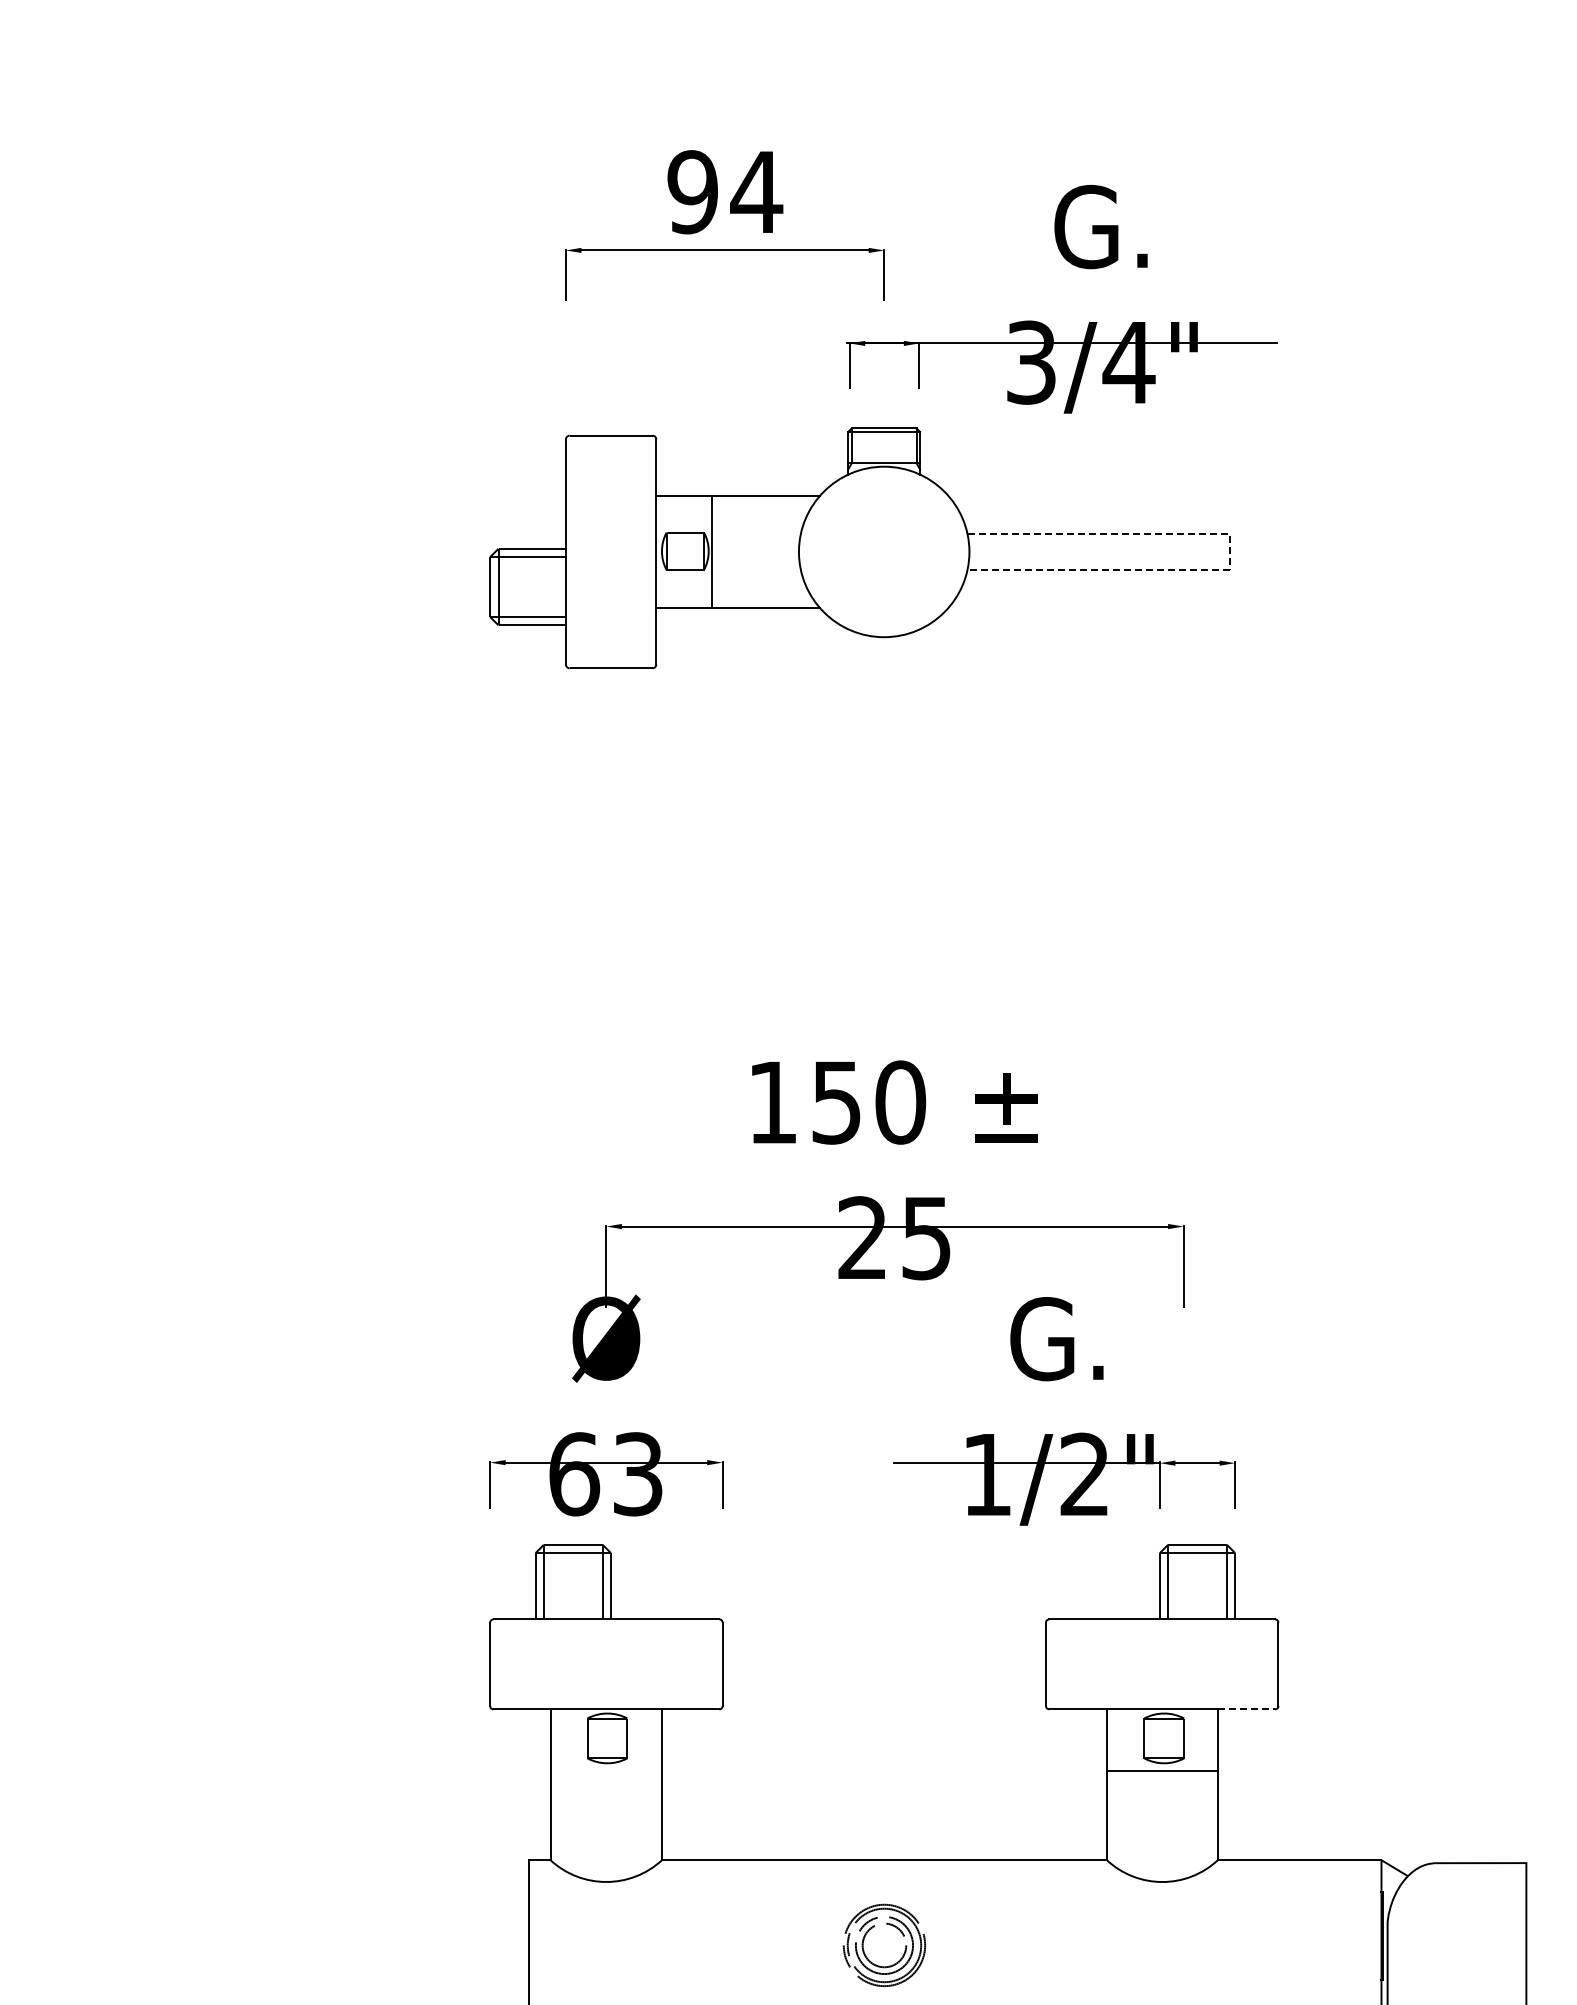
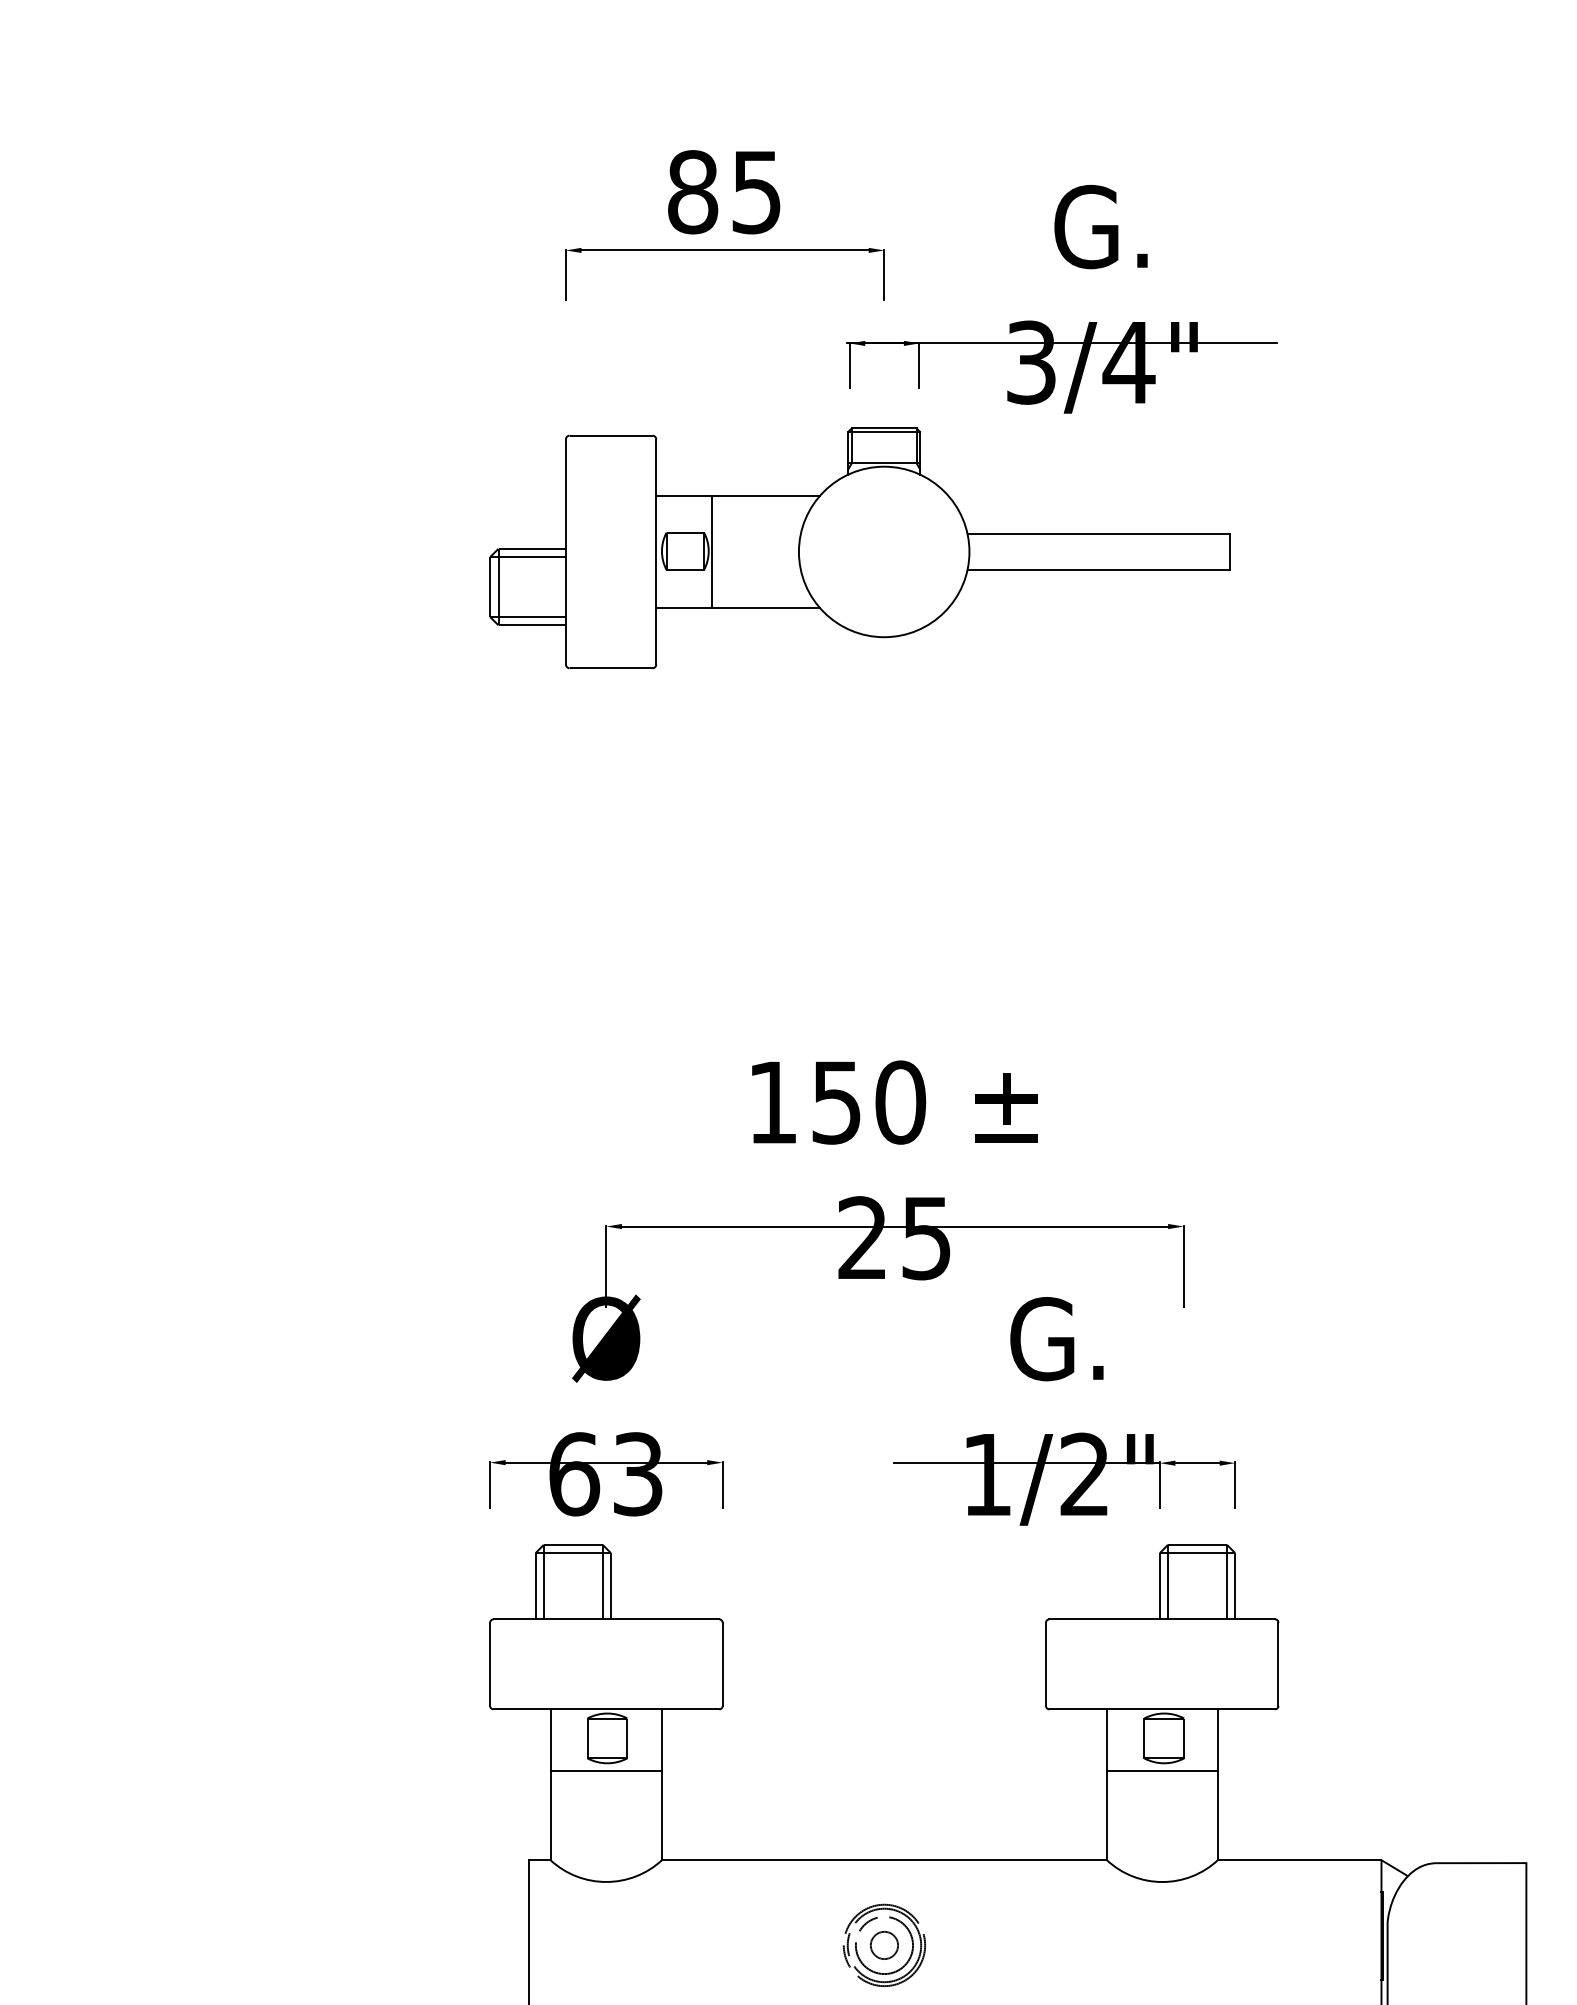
text at (725, 192): 94 -> 85
line at (1229, 551): dashed -> solid
line at (1247, 1709): dashed -> solid
line at (606, 1770): none -> present
circle at (884, 1945) diameter: 44 px -> 27 px
